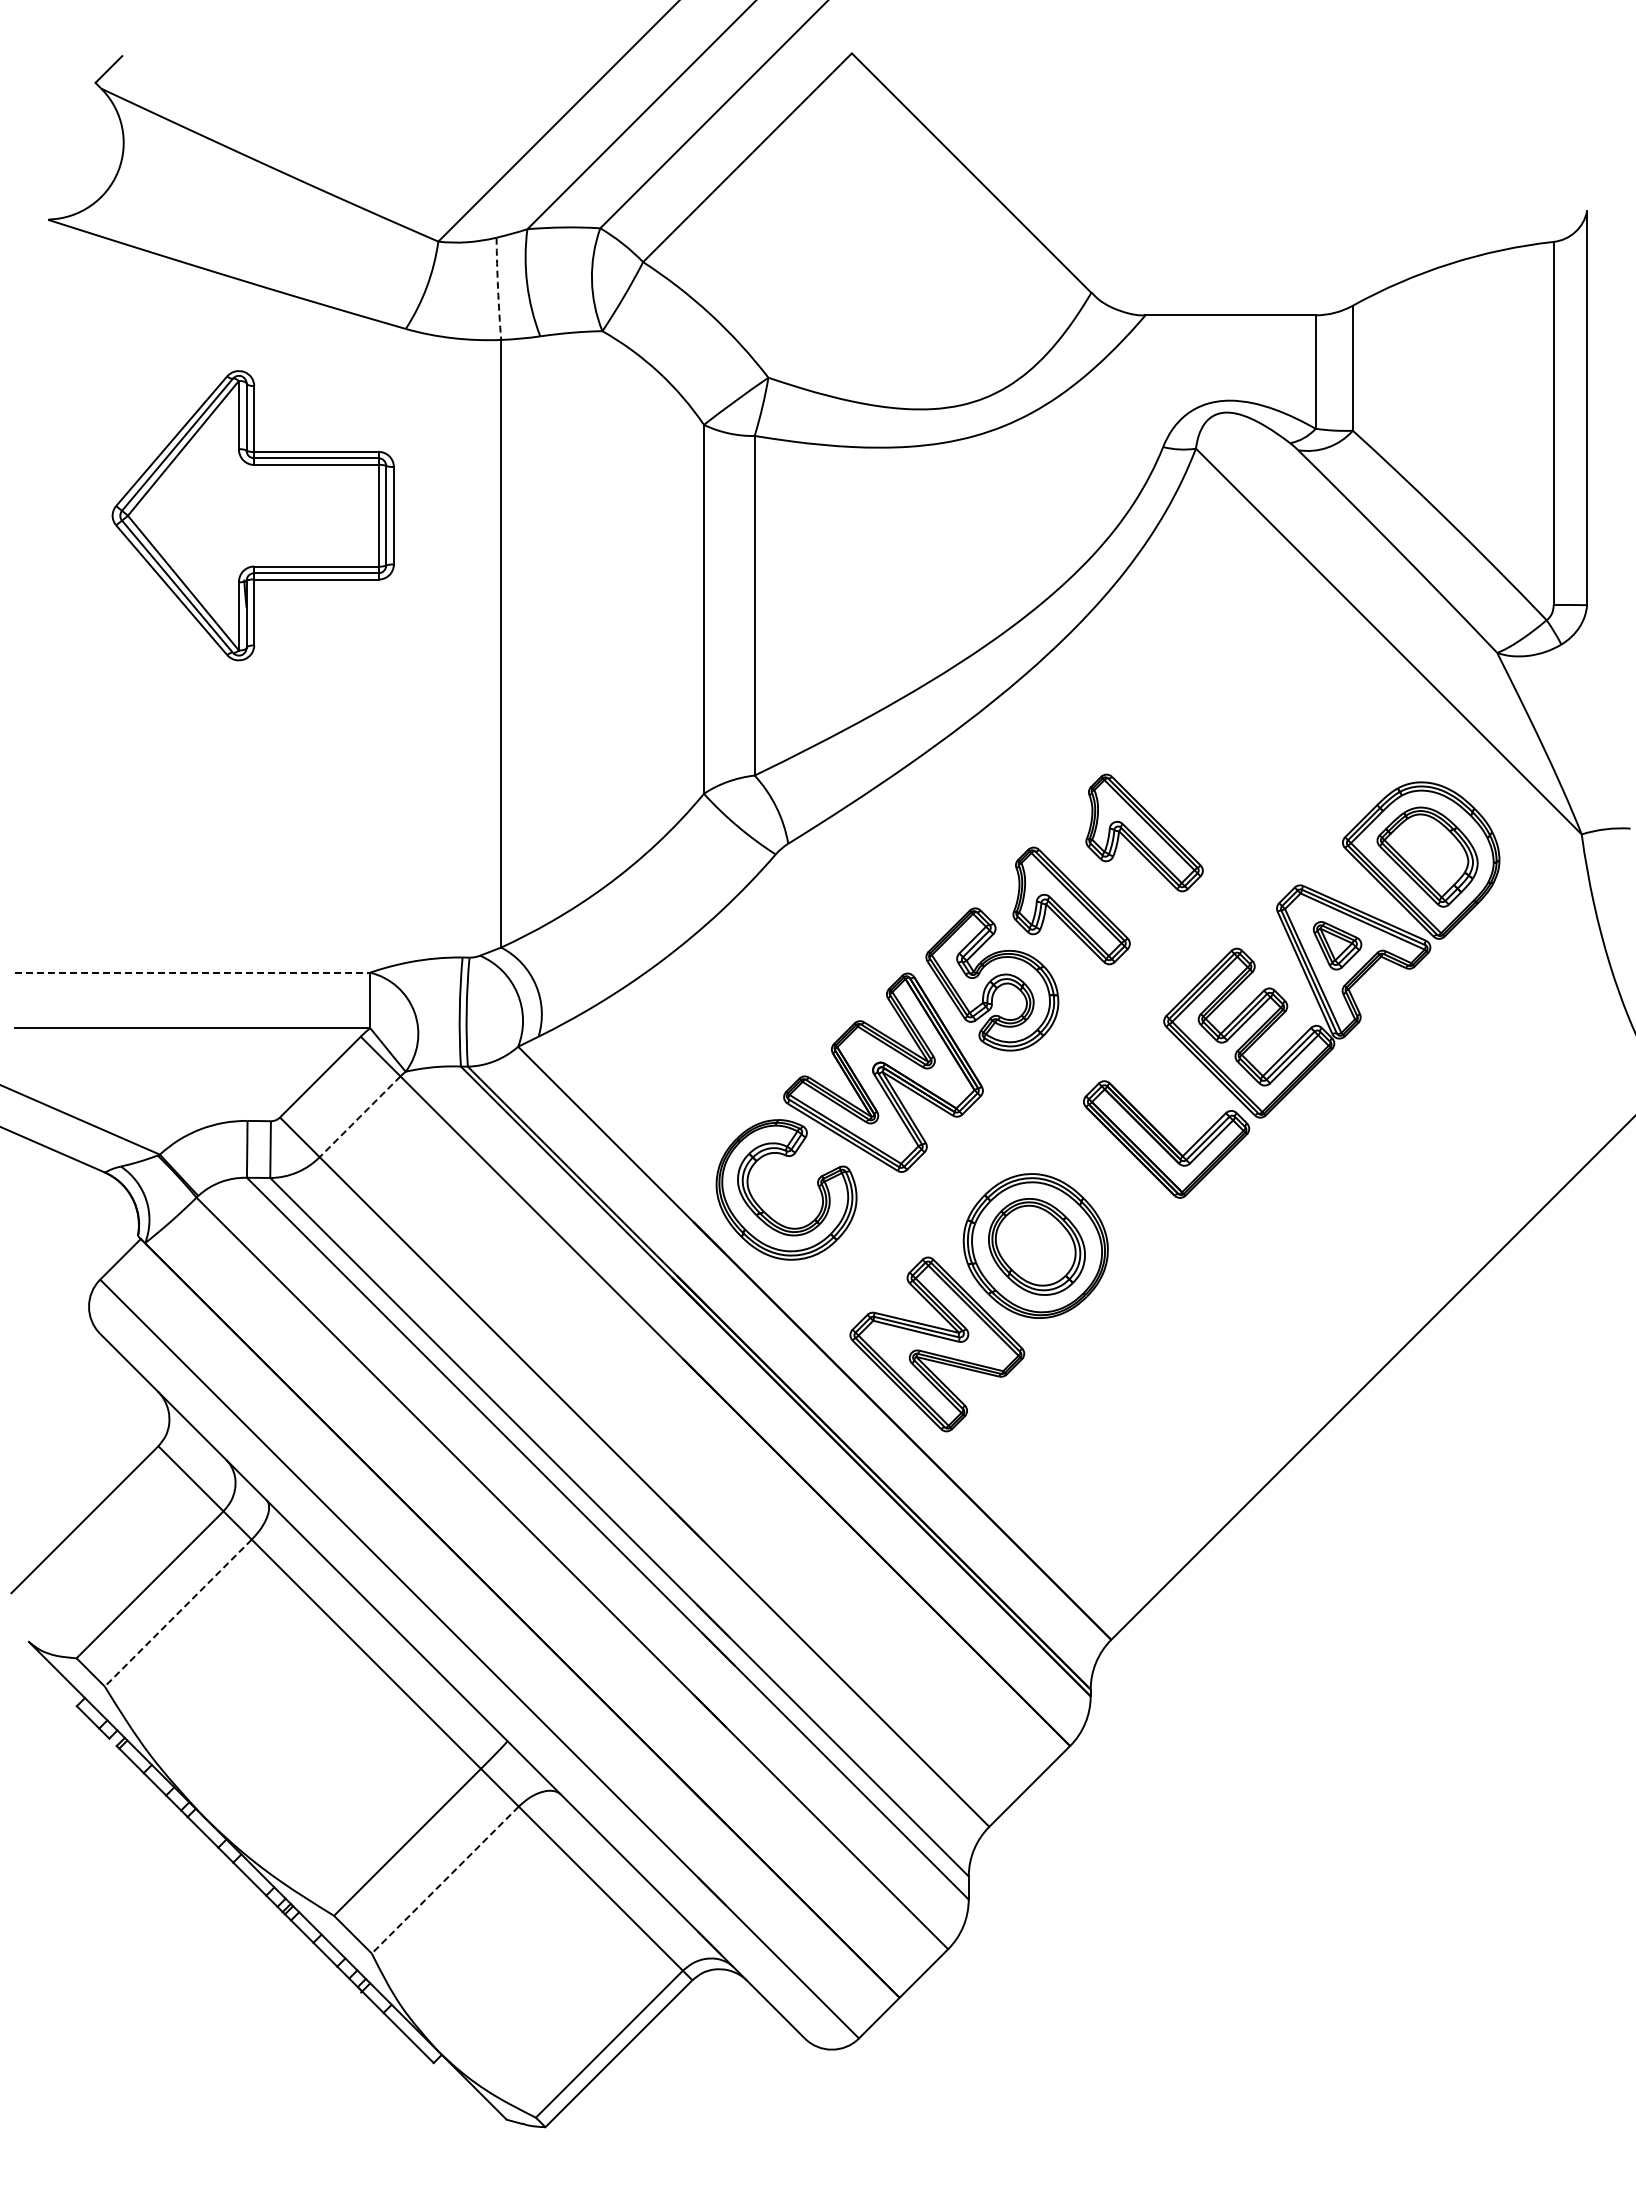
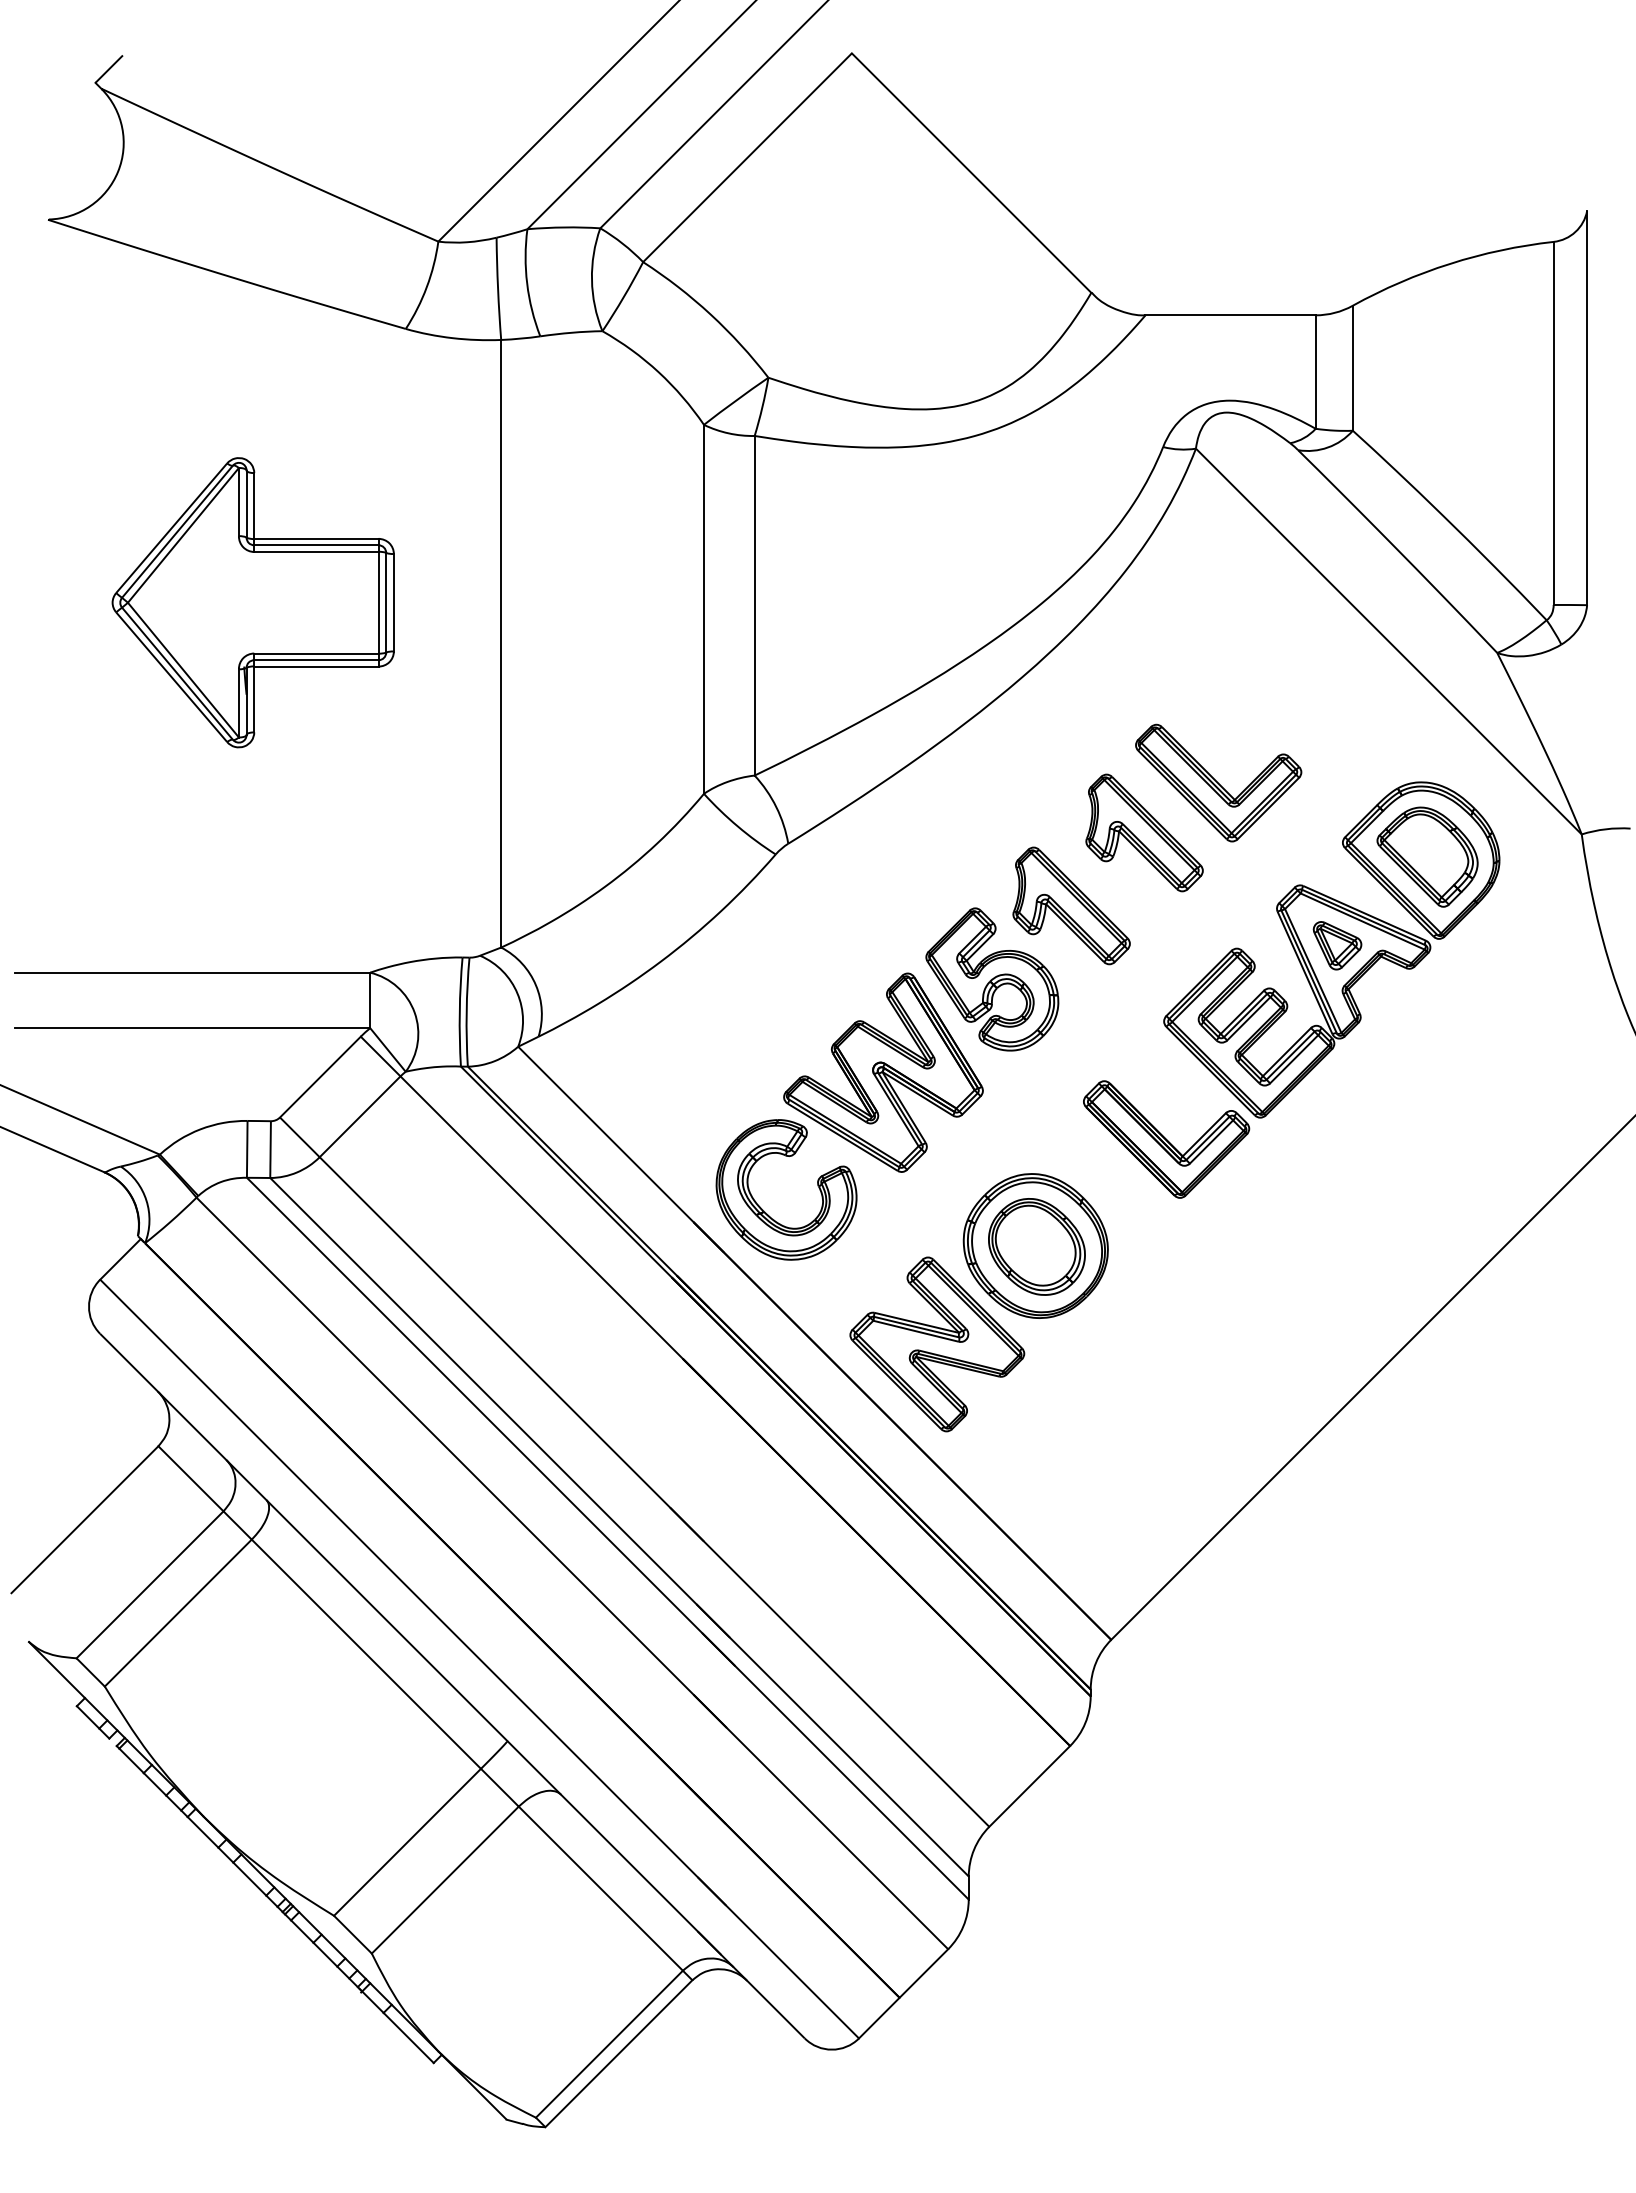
arc at (498, 288): dashed -> solid
part at (252, 515) position: (252, 515) -> (252, 602)
part at (1218, 782): none -> present
line at (193, 972): dashed -> solid
line at (359, 1117): dashed -> solid
line at (178, 1613): dashed -> solid
line at (445, 1880): dashed -> solid
